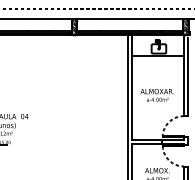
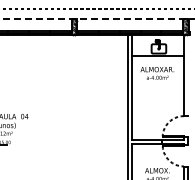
line at (97, 19): solid -> dashed
line at (187, 76): present -> none
text at (157, 95) position: (157, 95) -> (157, 73)
